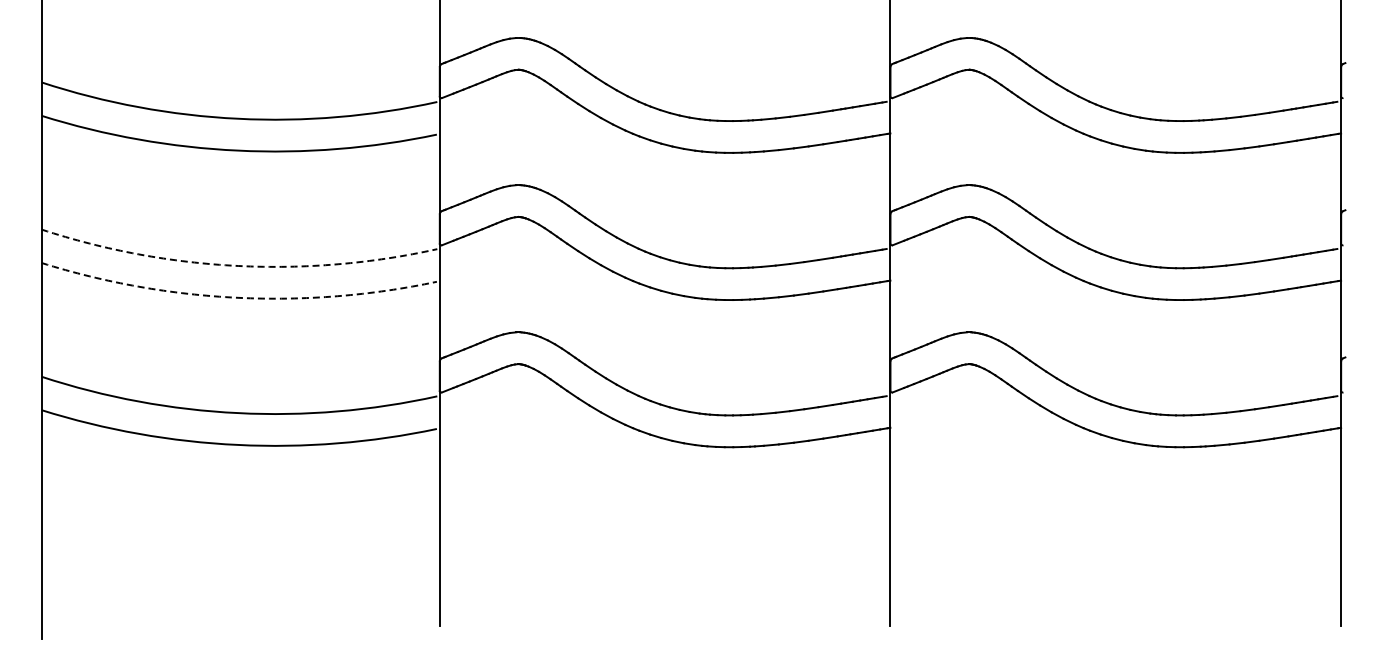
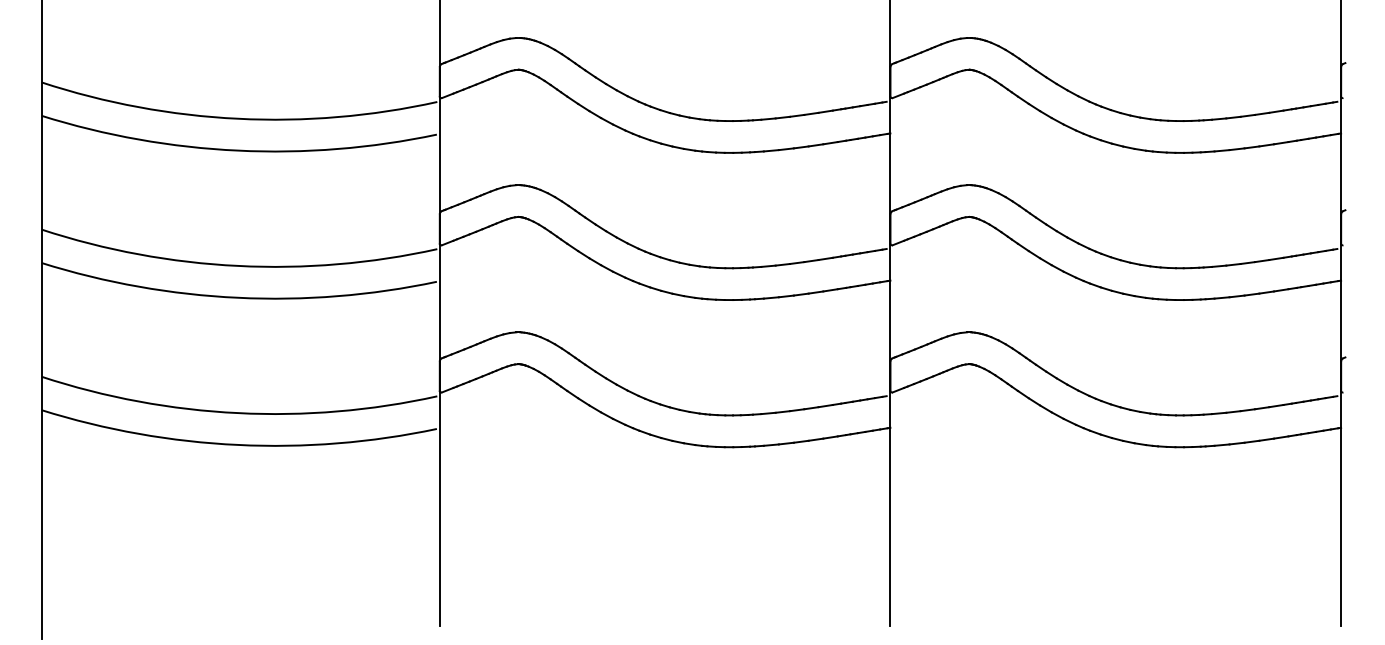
arc at (238, 265): dashed -> solid
arc at (238, 297): dashed -> solid
